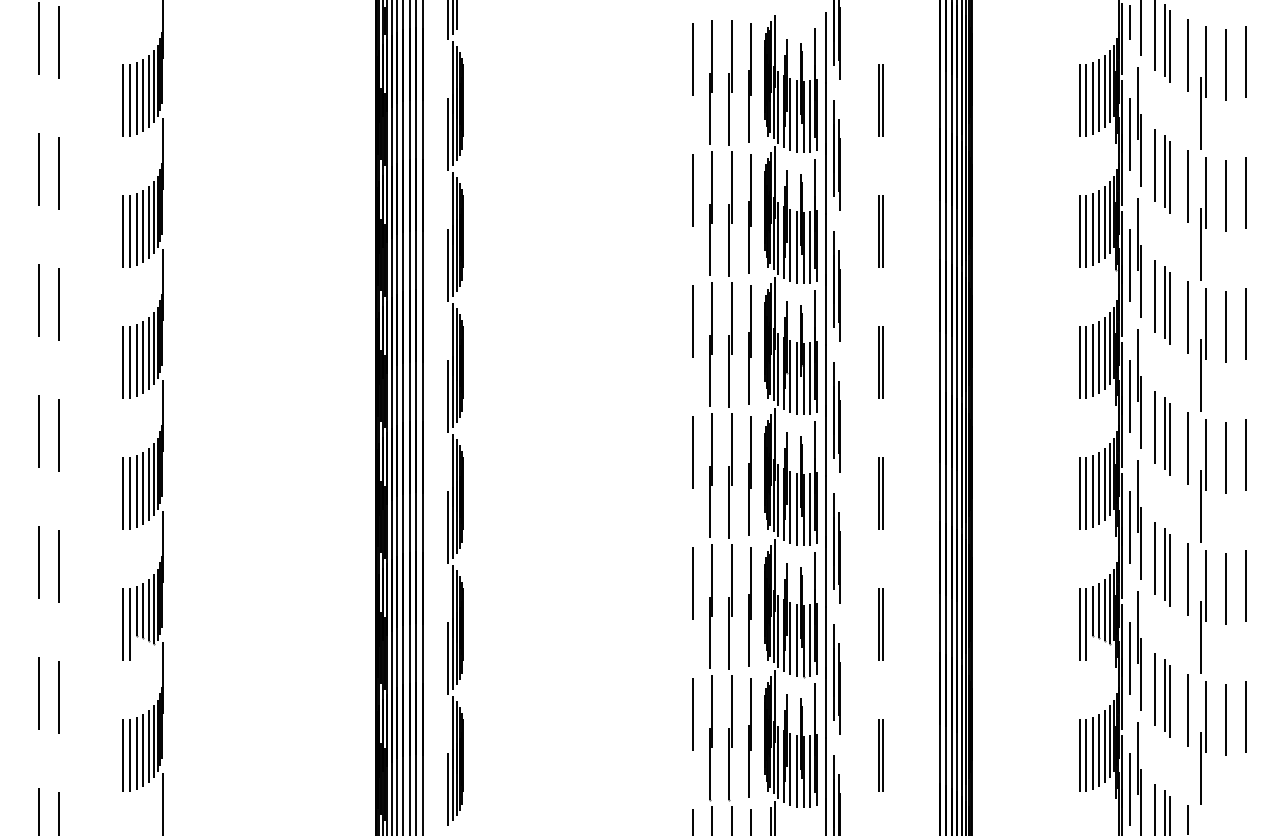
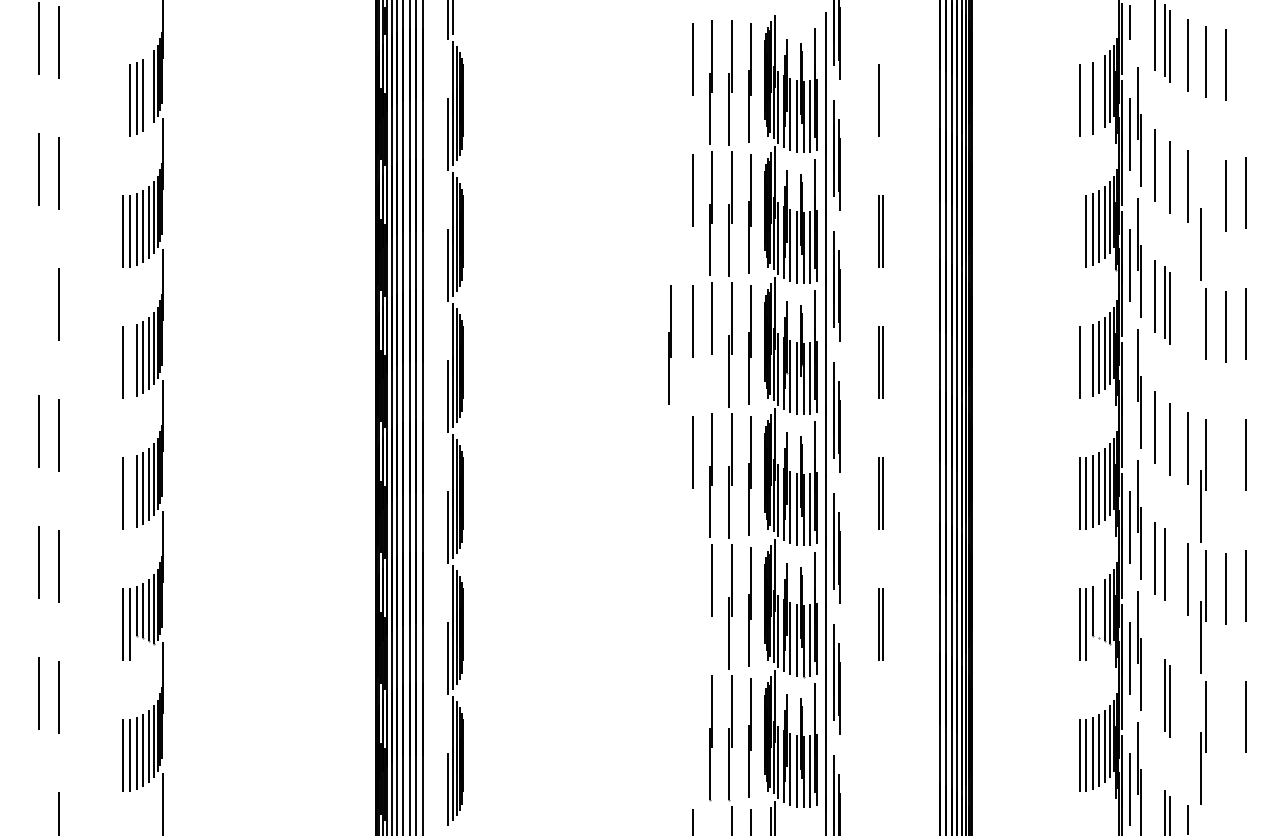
line at (456, 16): present -> none
line at (1141, 29): present -> none
line at (1246, 61): present -> none
line at (148, 91): present -> none
line at (1099, 95): present -> none
line at (1086, 99): present -> none
line at (123, 100): present -> none
line at (882, 100): present -> none
line at (1201, 113): present -> none
line at (1164, 171): present -> none
line at (1206, 192): present -> none
line at (1079, 231): present -> none
line at (38, 300): present -> none
line at (1187, 317): present -> none
part at (669, 344): none -> present
line at (130, 361): present -> none
line at (1086, 361): present -> none
line at (709, 370): present -> none
line at (1201, 375): present -> none
line at (1130, 395): present -> none
line at (1164, 433): present -> none
line at (1225, 457): present -> none
line at (130, 492): present -> none
line at (1170, 569): present -> none
line at (692, 583): present -> none
line at (1099, 610): present -> none
line at (709, 632): present -> none
line at (1154, 689): present -> none
line at (1187, 710): present -> none
line at (692, 714): present -> none
line at (1225, 719): present -> none
part at (880, 755): present -> none
line at (1154, 807): present -> none
line at (38, 810): present -> none
line at (712, 818): present -> none
